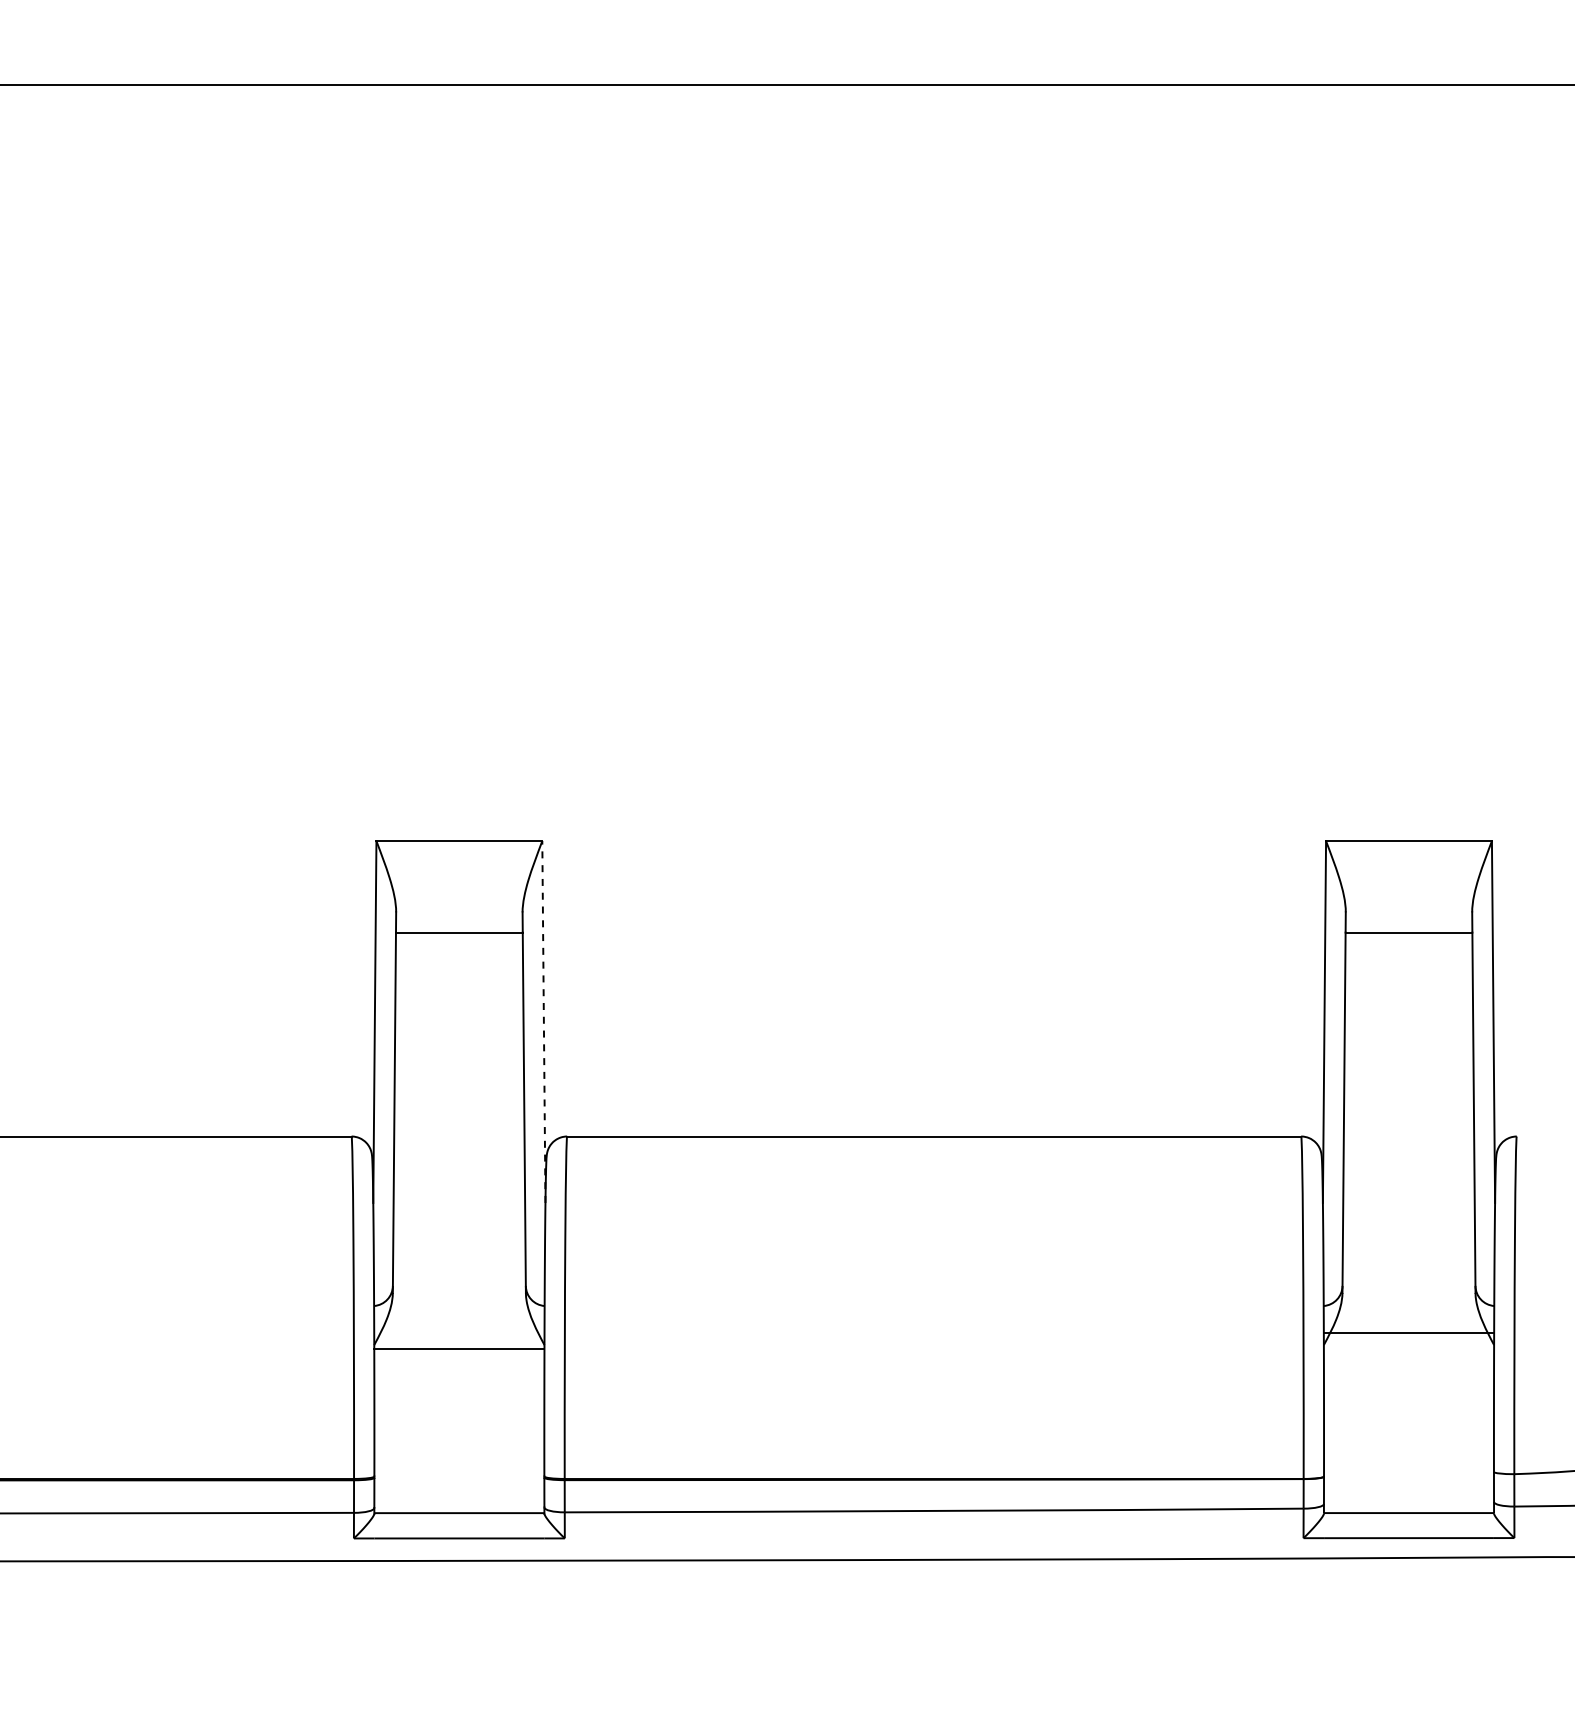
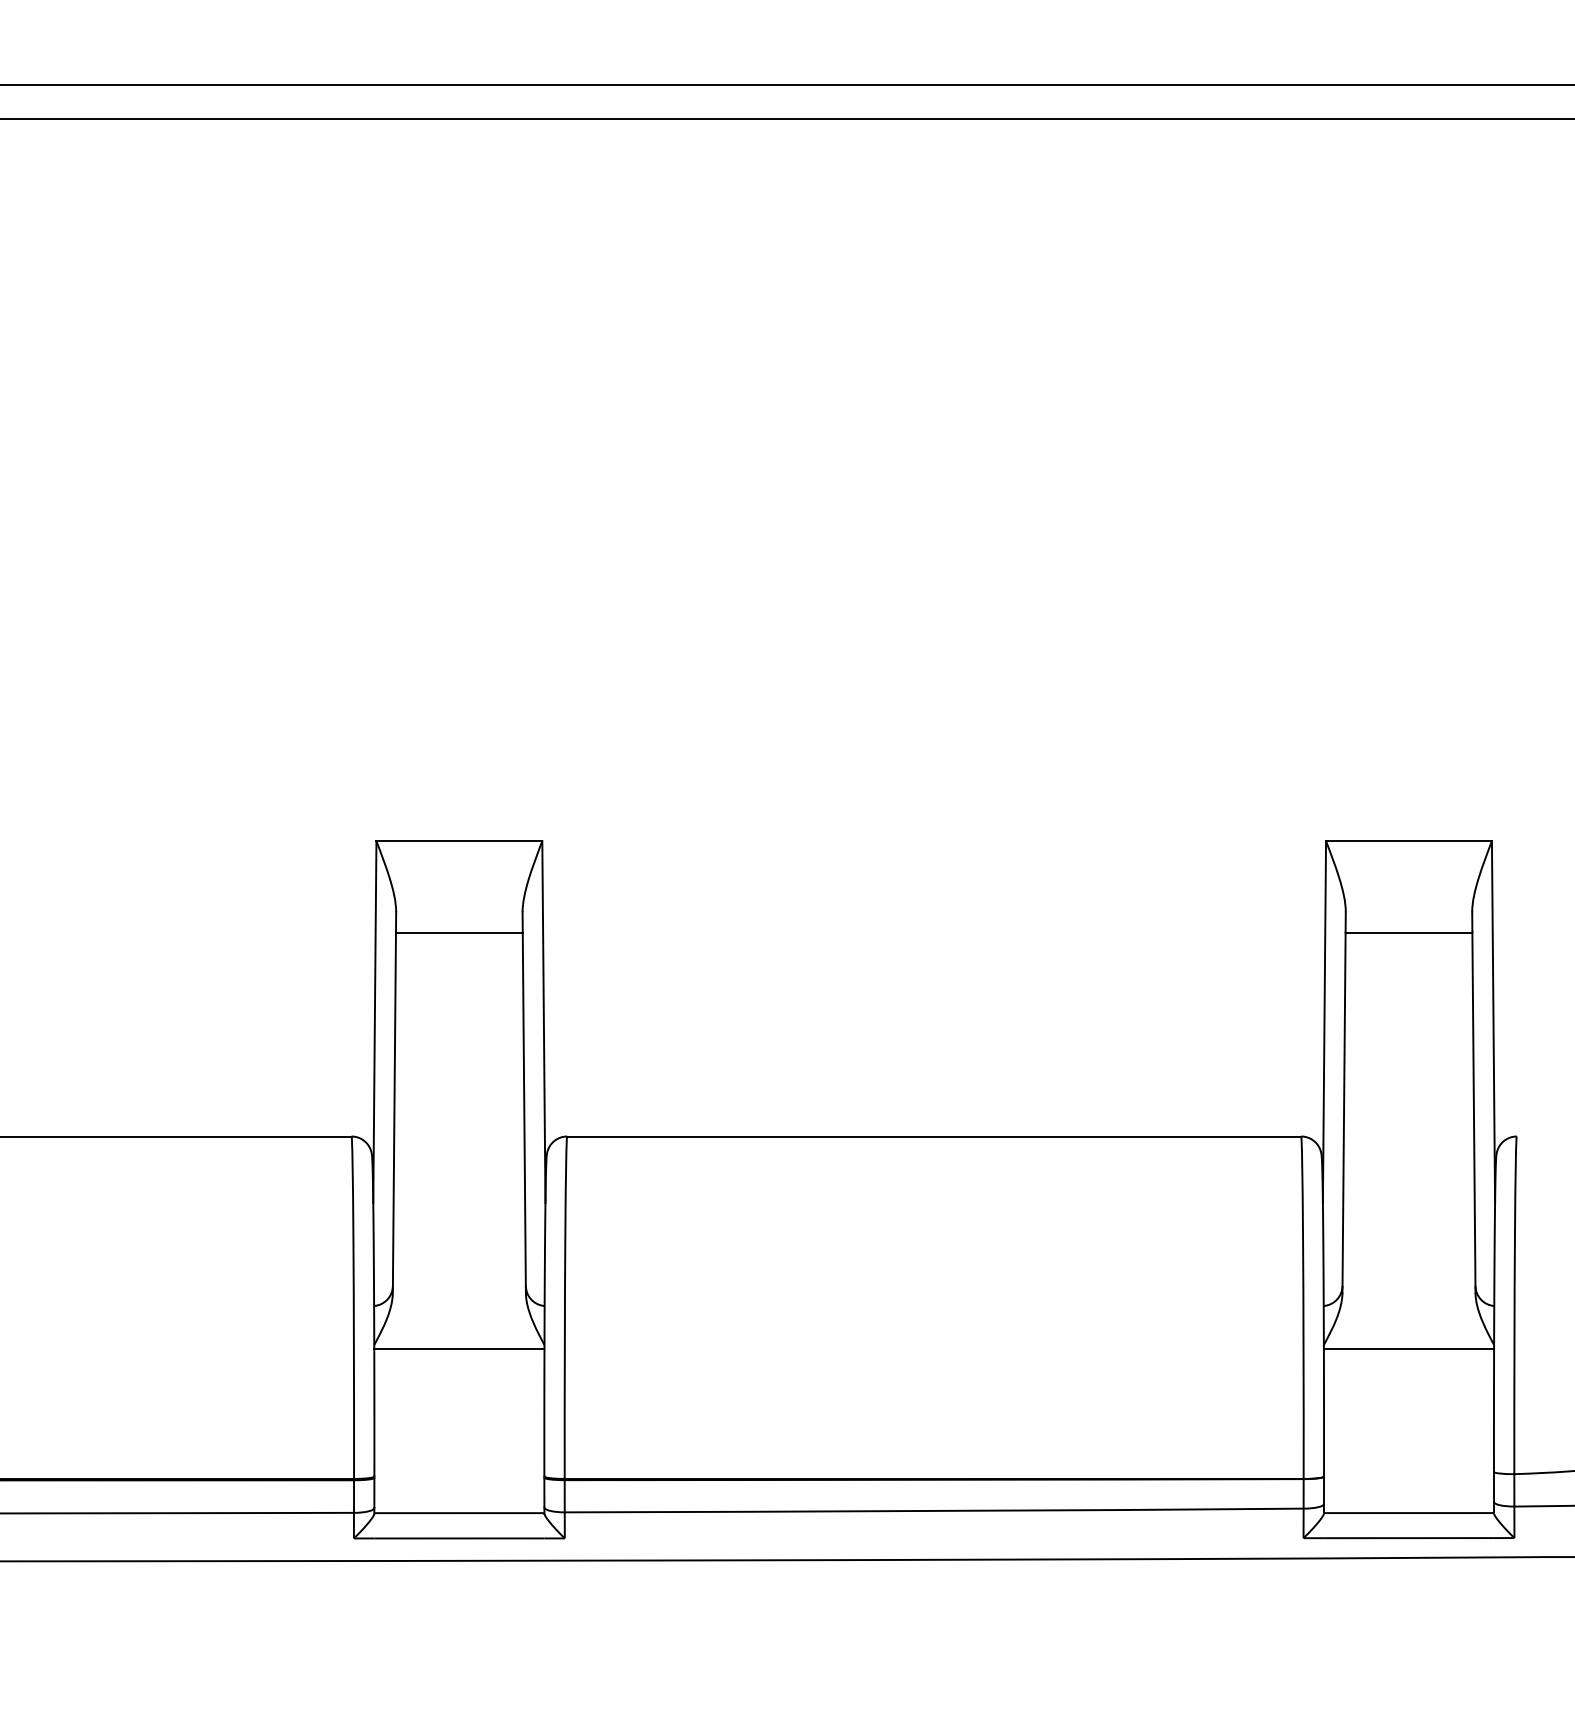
line at (786, 118): none -> present
line at (543, 1022): dashed -> solid
line at (1408, 1333) position: (1408, 1333) -> (1408, 1349)
